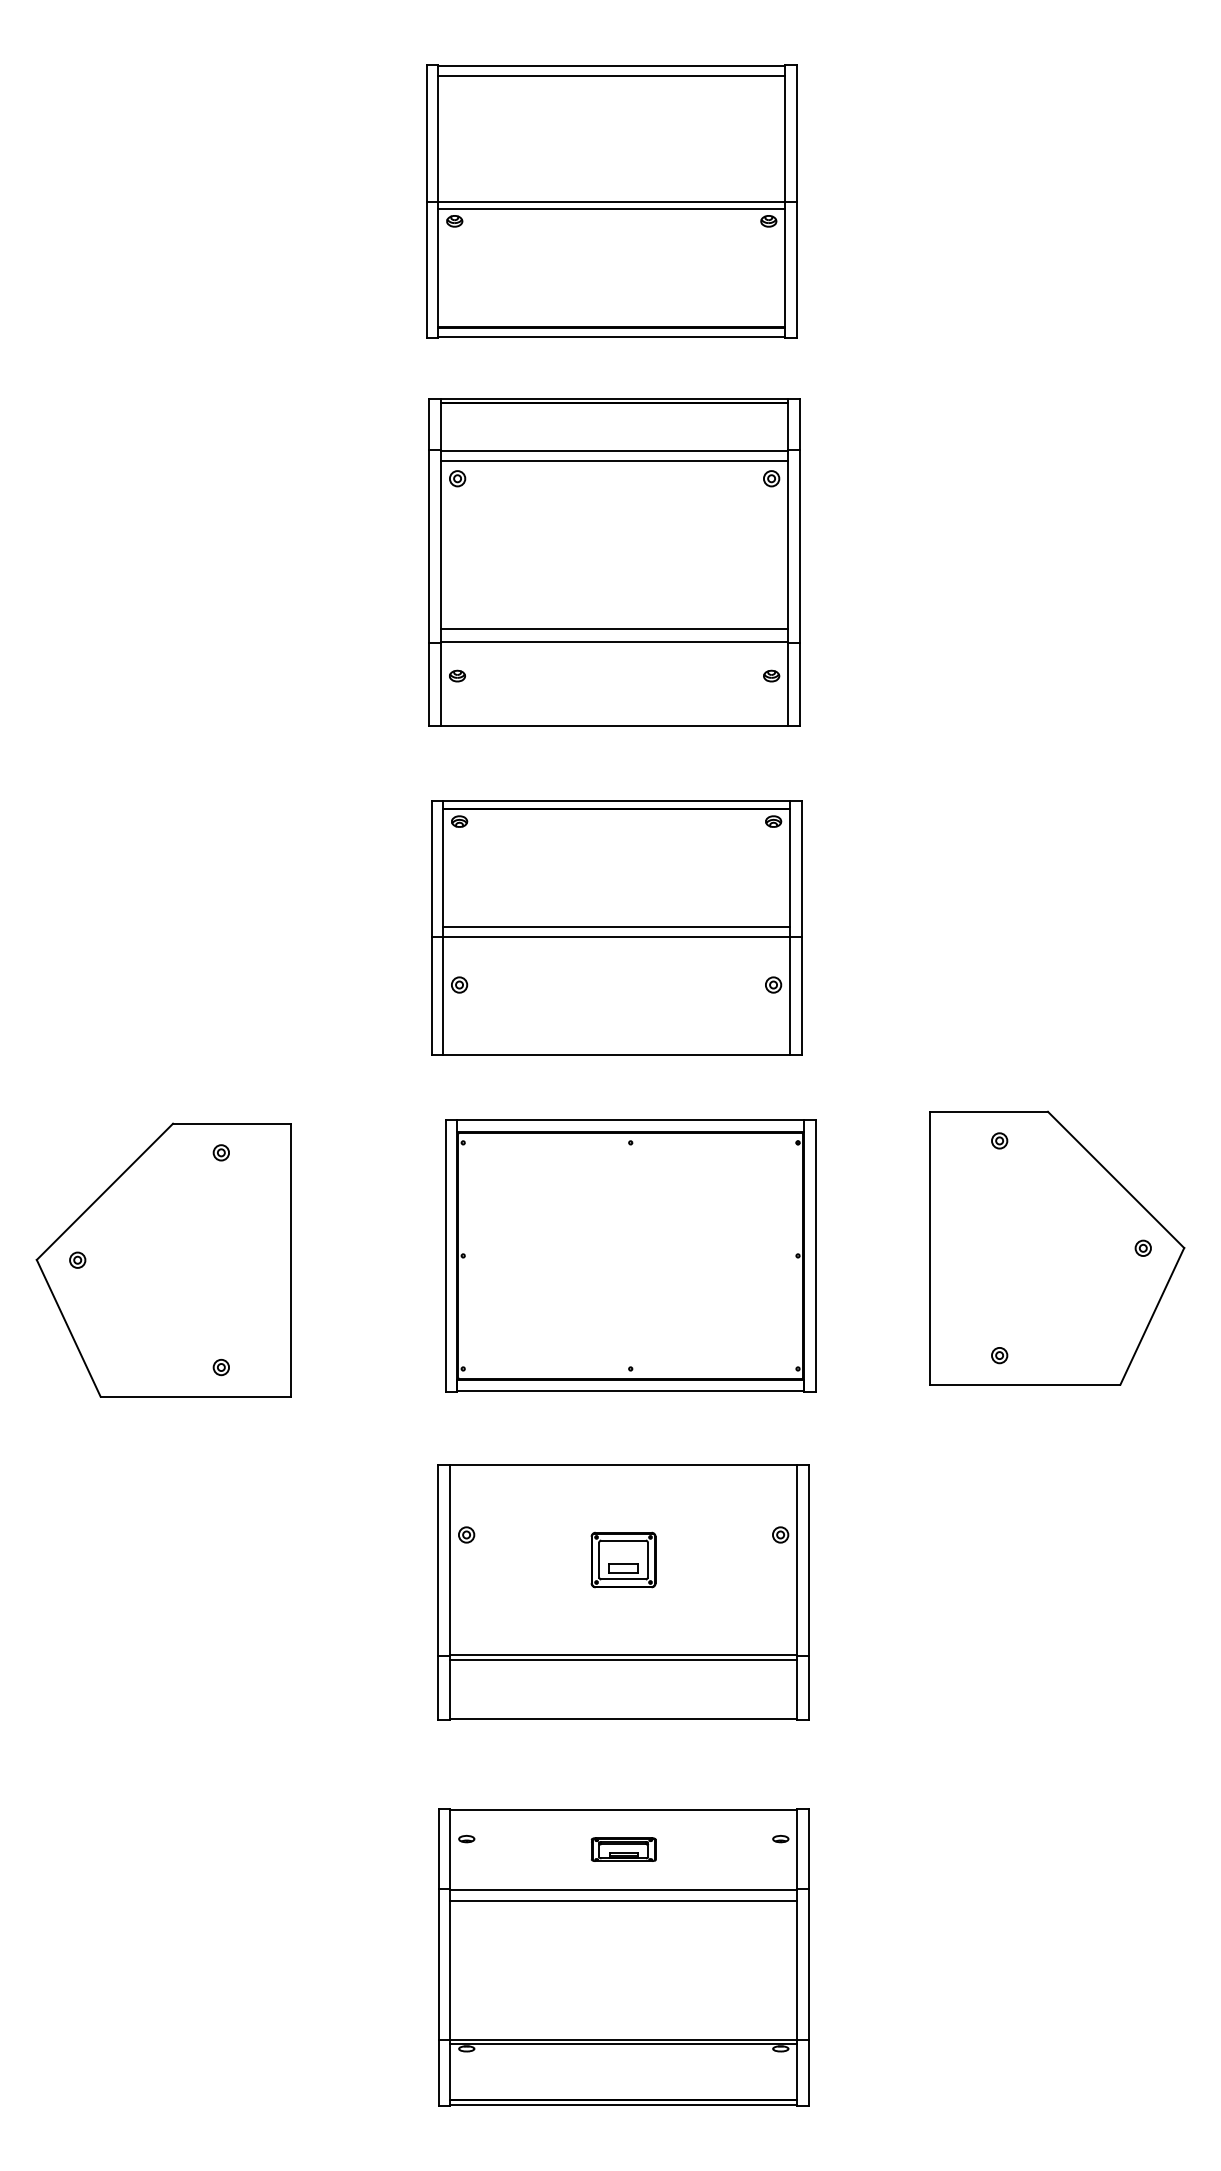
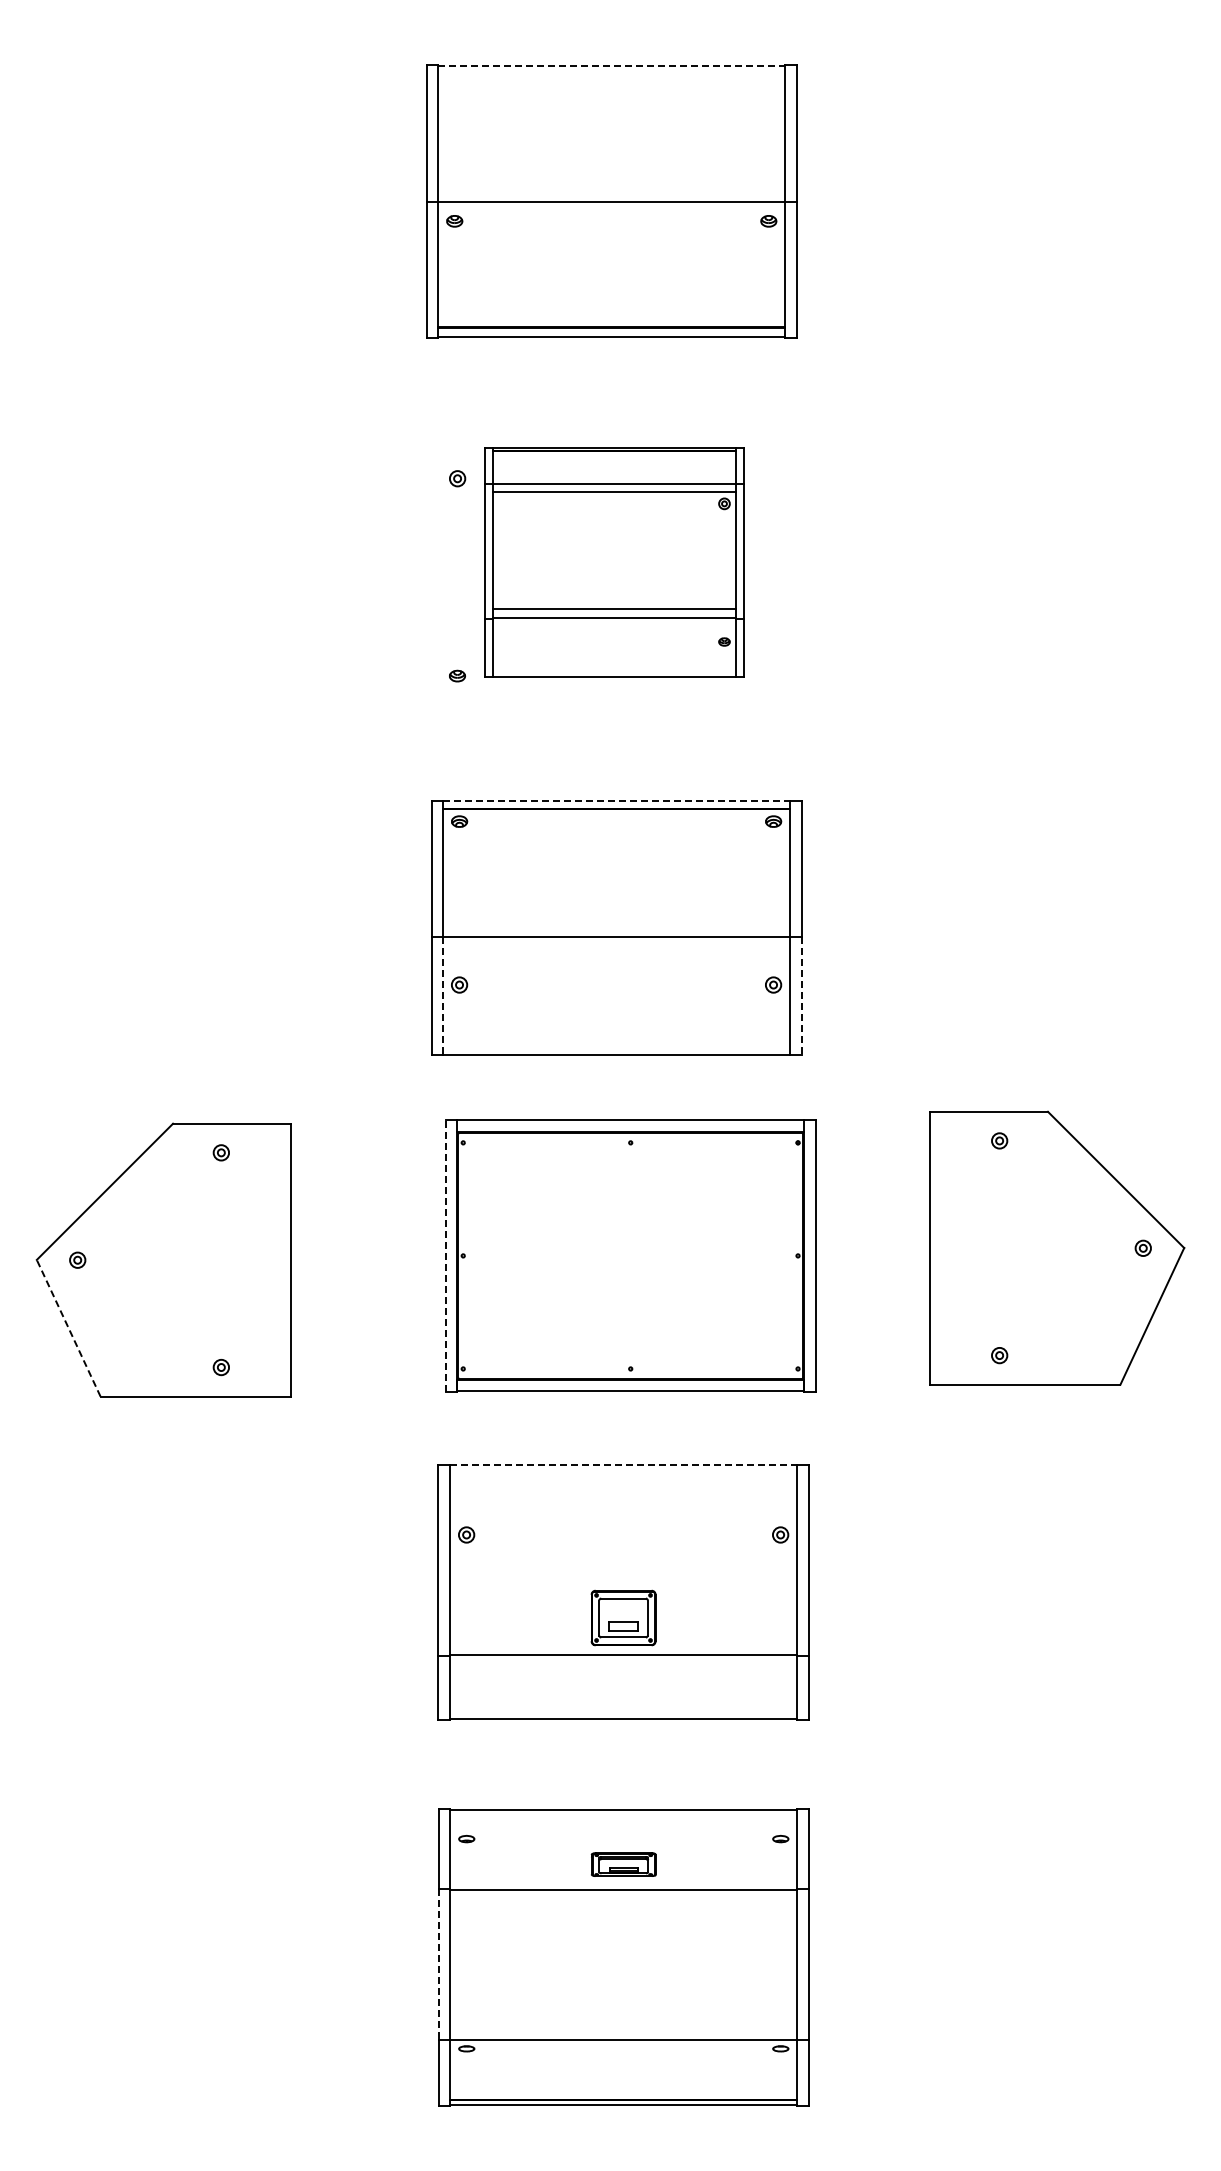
line at (612, 66): solid -> dashed
line at (611, 75): present -> none
line at (611, 209): present -> none
part at (614, 562) size: 373x329 px -> 261x231 px
line at (617, 801): solid -> dashed
line at (616, 927): present -> none
line at (443, 996): solid -> dashed
line at (801, 996): solid -> dashed
line at (445, 1255): solid -> dashed
line at (68, 1327): solid -> dashed
line at (624, 1465): solid -> dashed
part at (623, 1559) position: (623, 1559) -> (623, 1617)
line at (623, 1659): present -> none
part at (623, 1849) position: (623, 1849) -> (623, 1864)
line at (623, 1900): present -> none
line at (438, 1965): solid -> dashed
line at (623, 2043): present -> none
